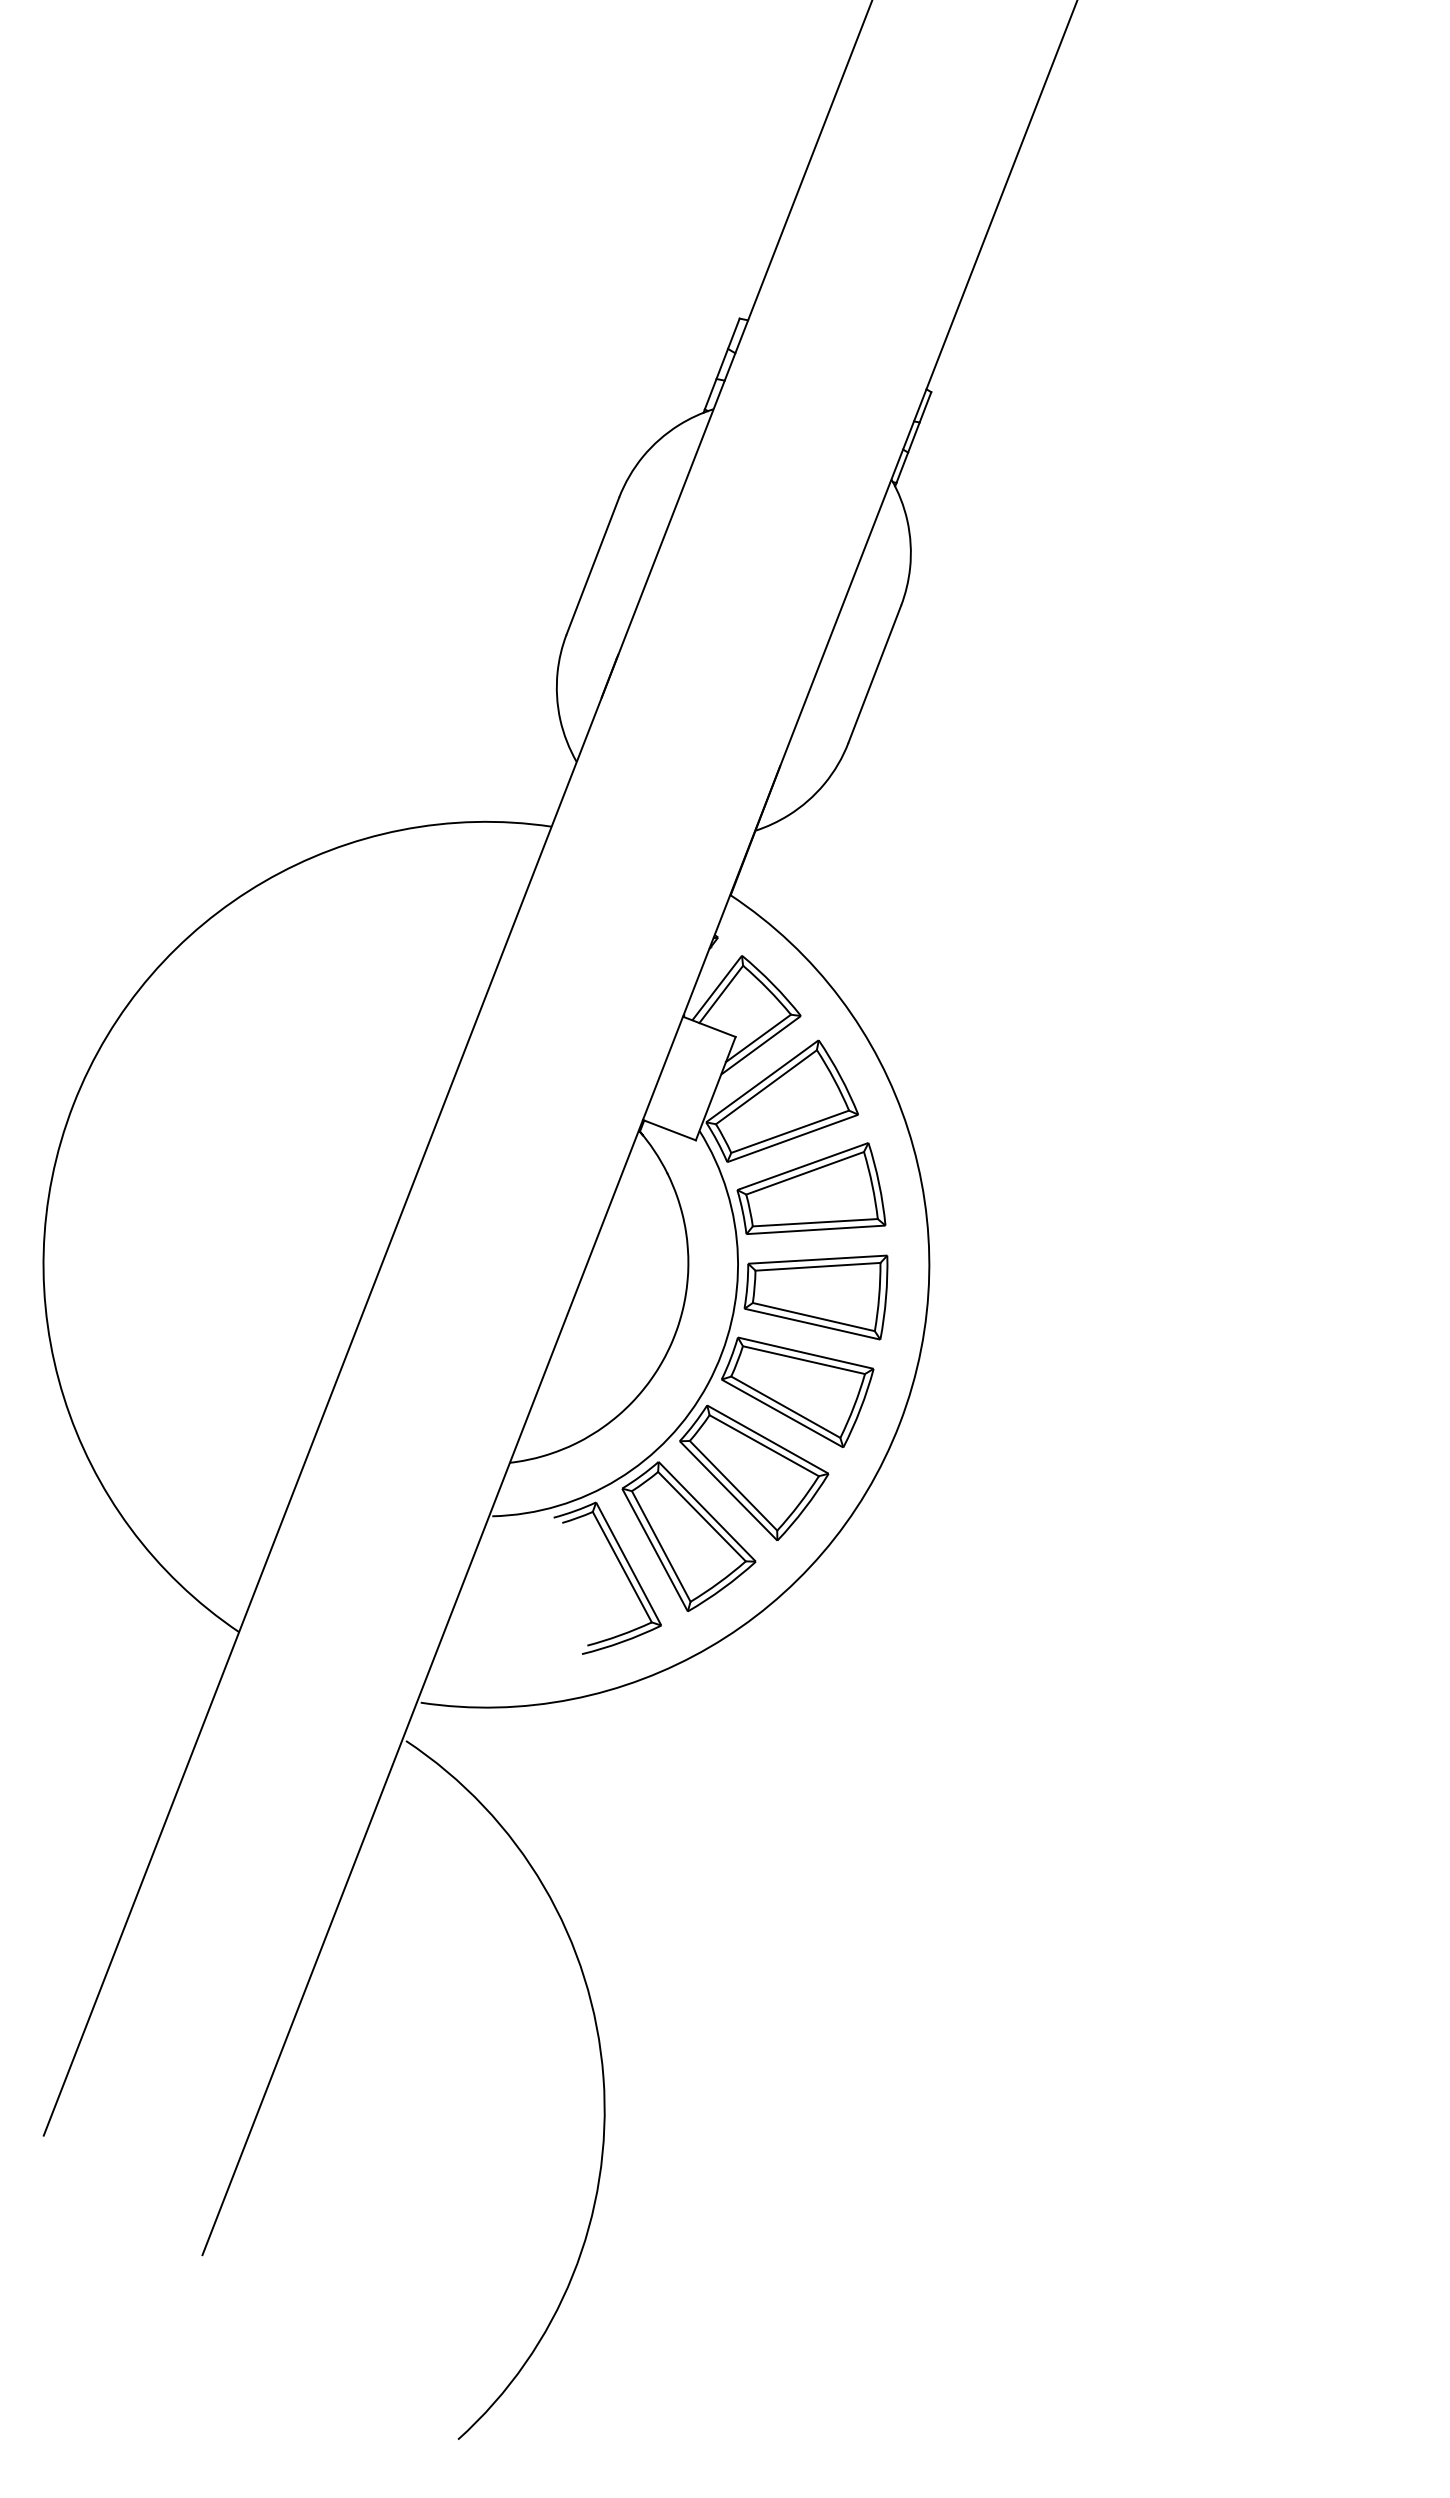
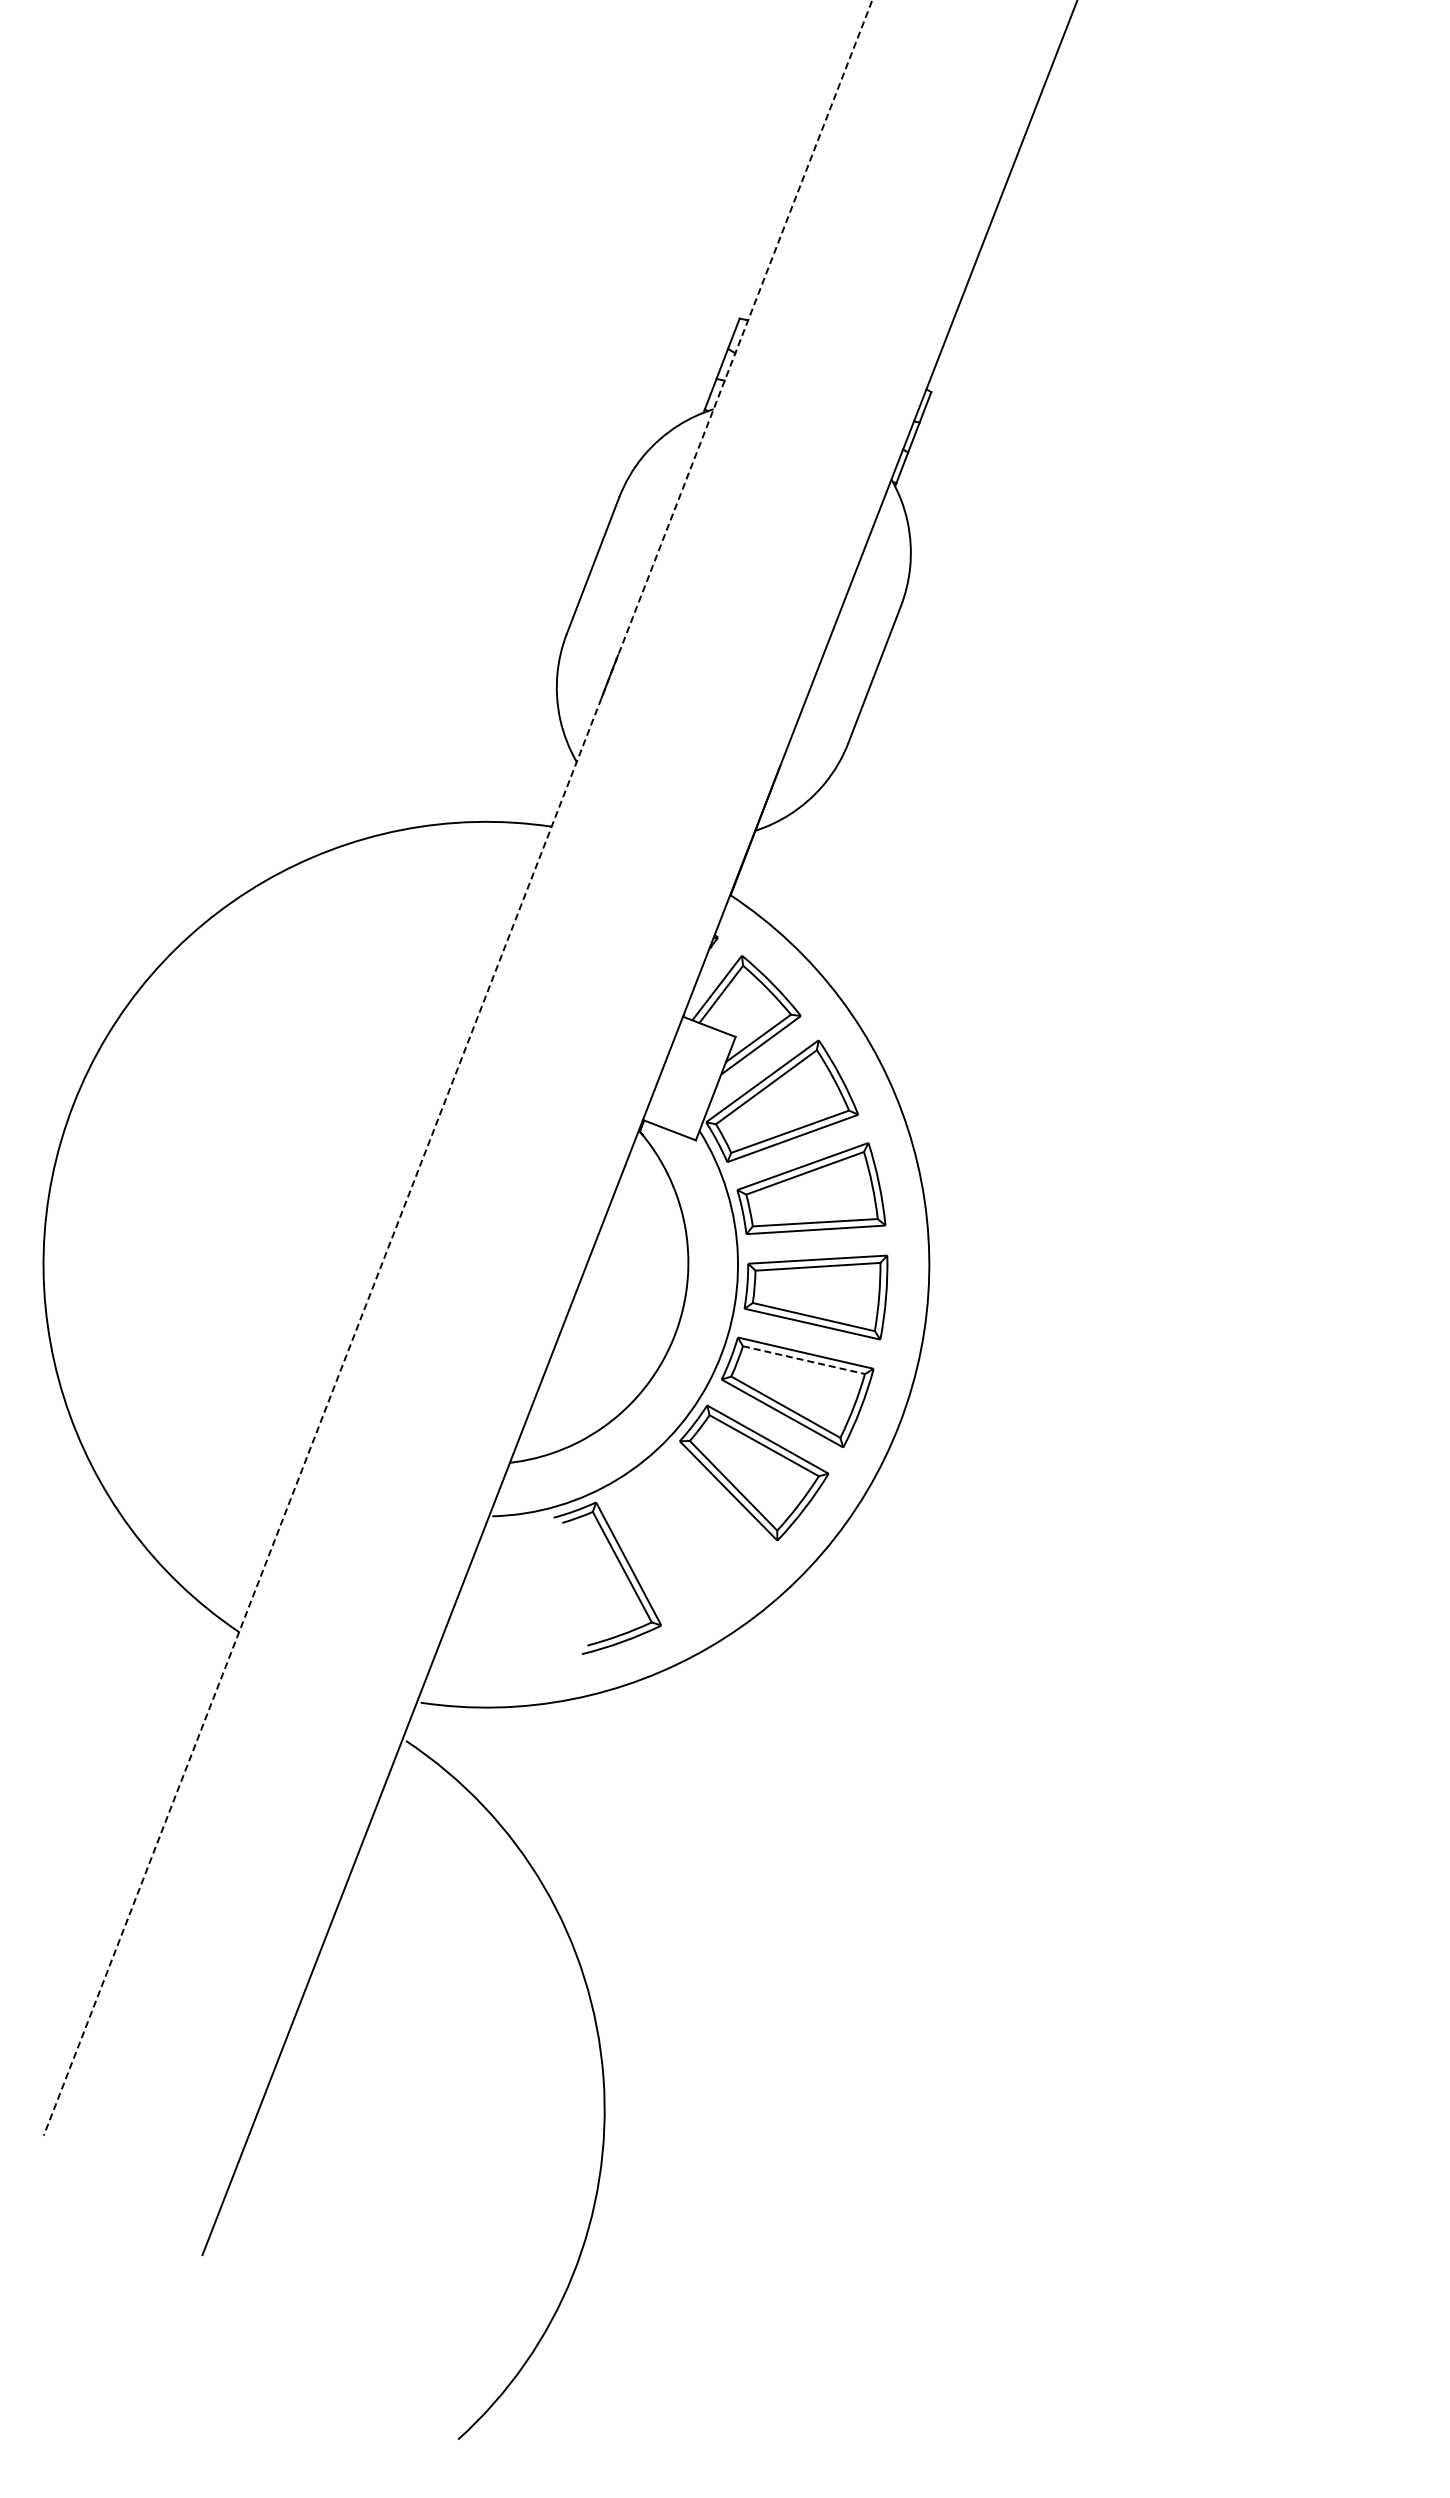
line at (457, 1068): solid -> dashed
line at (803, 1360): solid -> dashed
part at (688, 1536): present -> none
